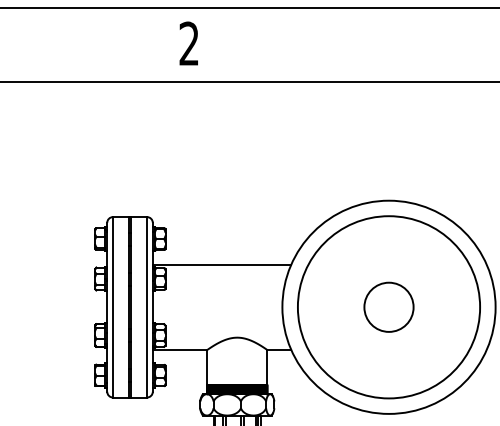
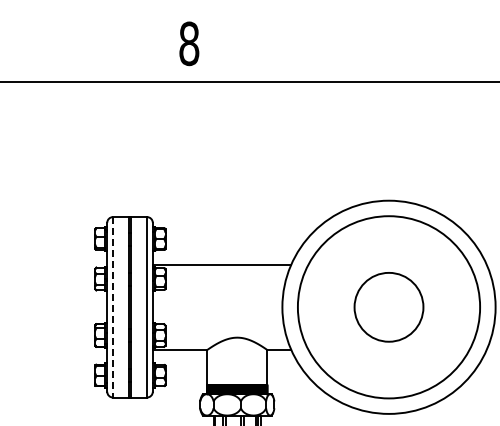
line at (249, 7): present -> none
text at (189, 43): 2 -> 8
circle at (388, 306) diameter: 49 px -> 69 px
line at (112, 307): solid -> dashed
